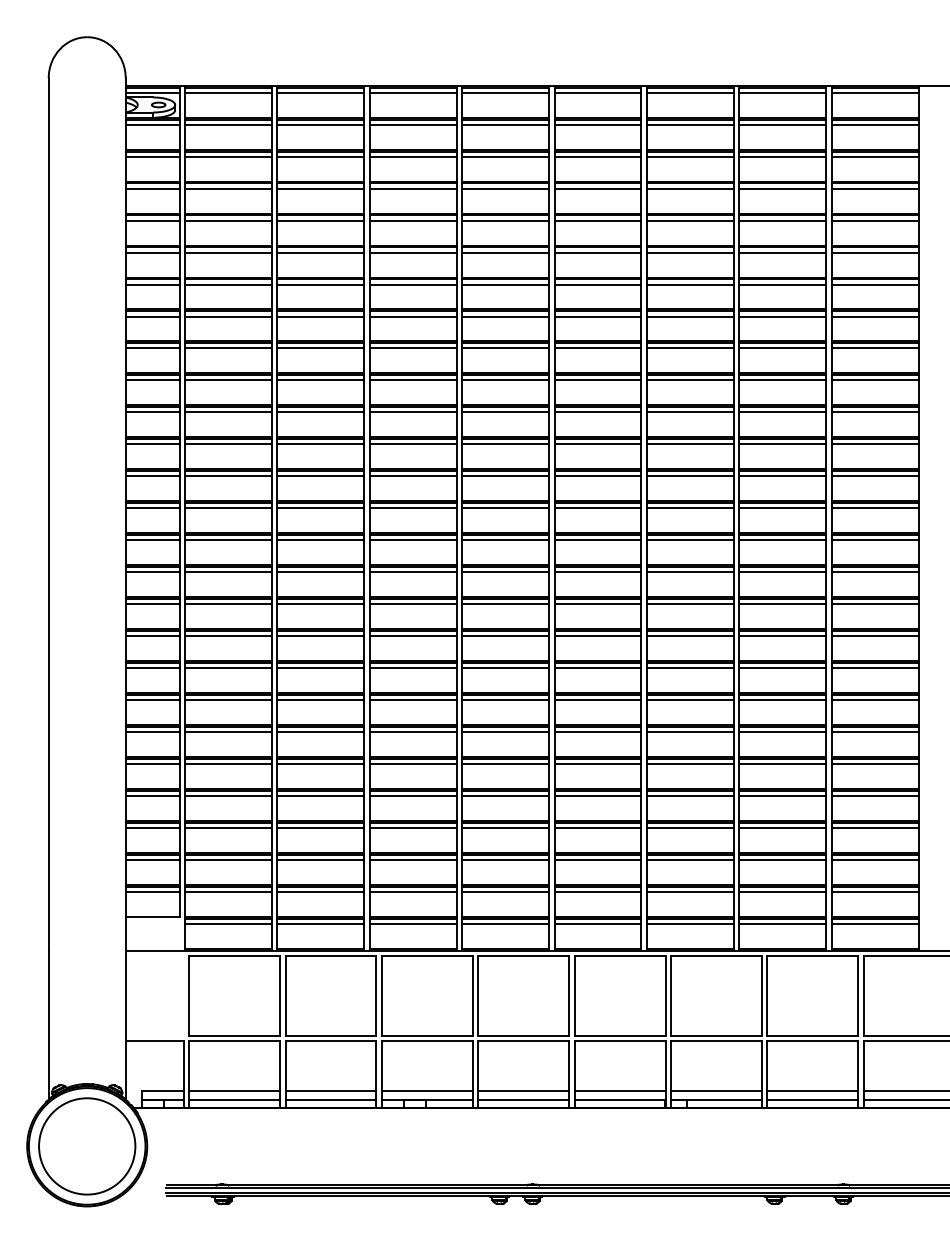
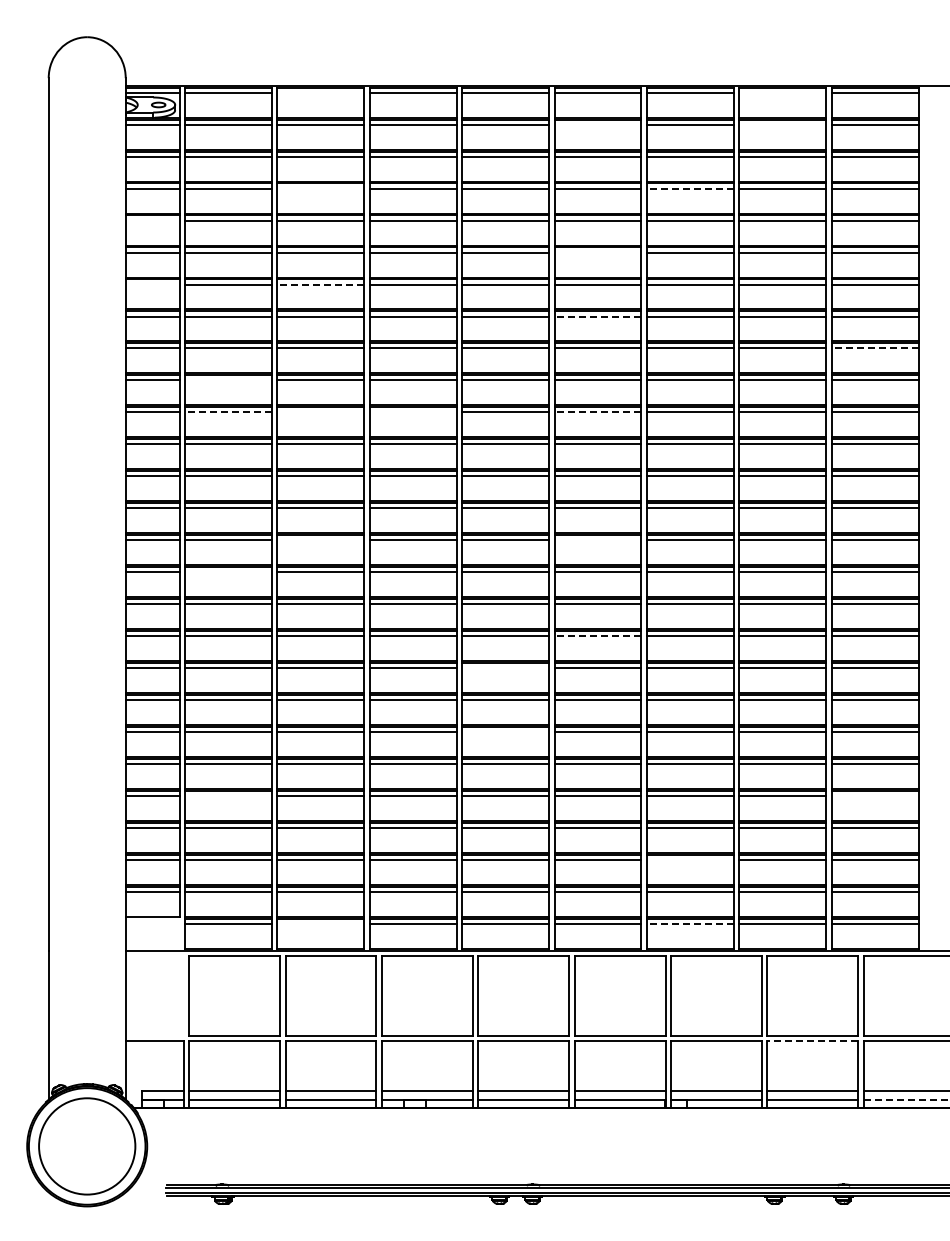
line at (320, 92): present -> none
line at (782, 92): present -> none
line at (597, 124): present -> none
line at (782, 124): present -> none
line at (320, 188): present -> none
line at (689, 188): solid -> dashed
line at (152, 220): present -> none
line at (597, 252): present -> none
line at (152, 284): present -> none
line at (320, 284): solid -> dashed
line at (597, 316): solid -> dashed
line at (874, 348): solid -> dashed
line at (228, 380): present -> none
line at (228, 412): solid -> dashed
line at (320, 412): present -> none
line at (412, 412): present -> none
line at (597, 412): solid -> dashed
line at (320, 540): present -> none
line at (597, 540): present -> none
line at (228, 572): present -> none
line at (597, 636): solid -> dashed
line at (505, 668): present -> none
line at (505, 732): present -> none
line at (228, 796): present -> none
line at (874, 796): present -> none
line at (689, 859): present -> none
line at (320, 923): present -> none
line at (689, 923): solid -> dashed
line at (812, 1041): solid -> dashed
line at (906, 1099): solid -> dashed
